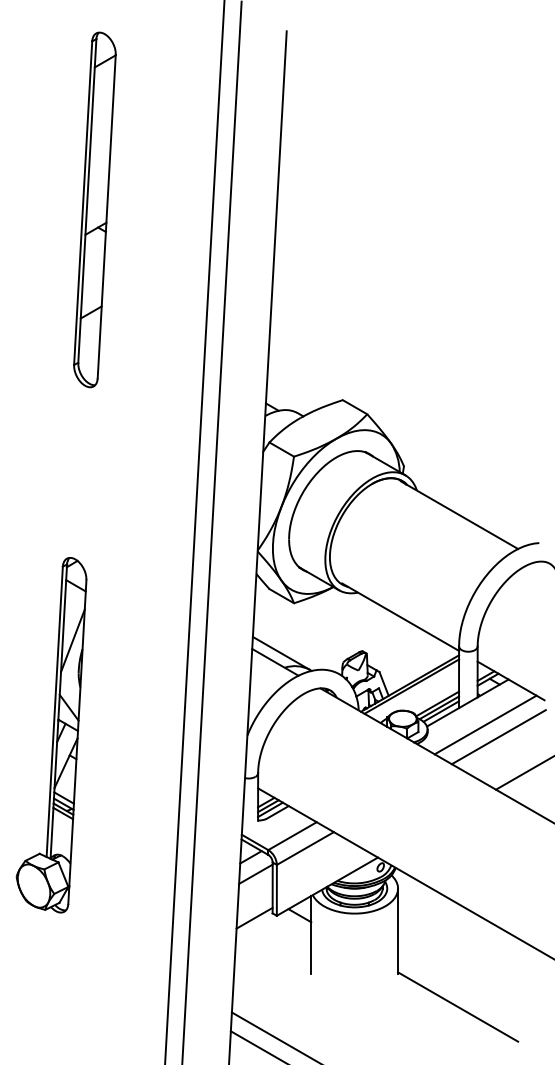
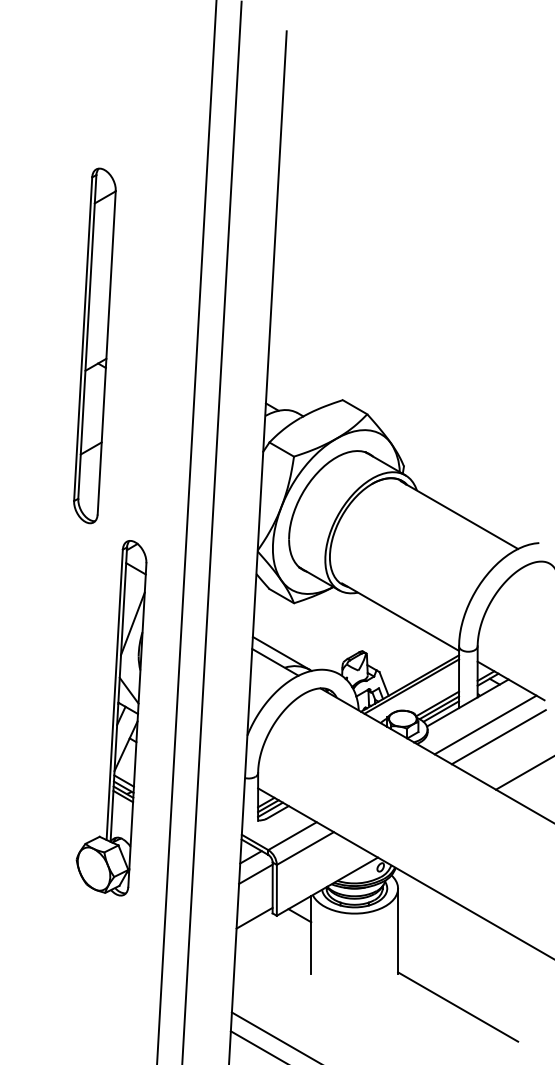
part at (94, 209) position: (94, 209) -> (94, 345)
line at (194, 531) position: (194, 531) -> (186, 531)
part at (51, 735) position: (51, 735) -> (111, 718)
